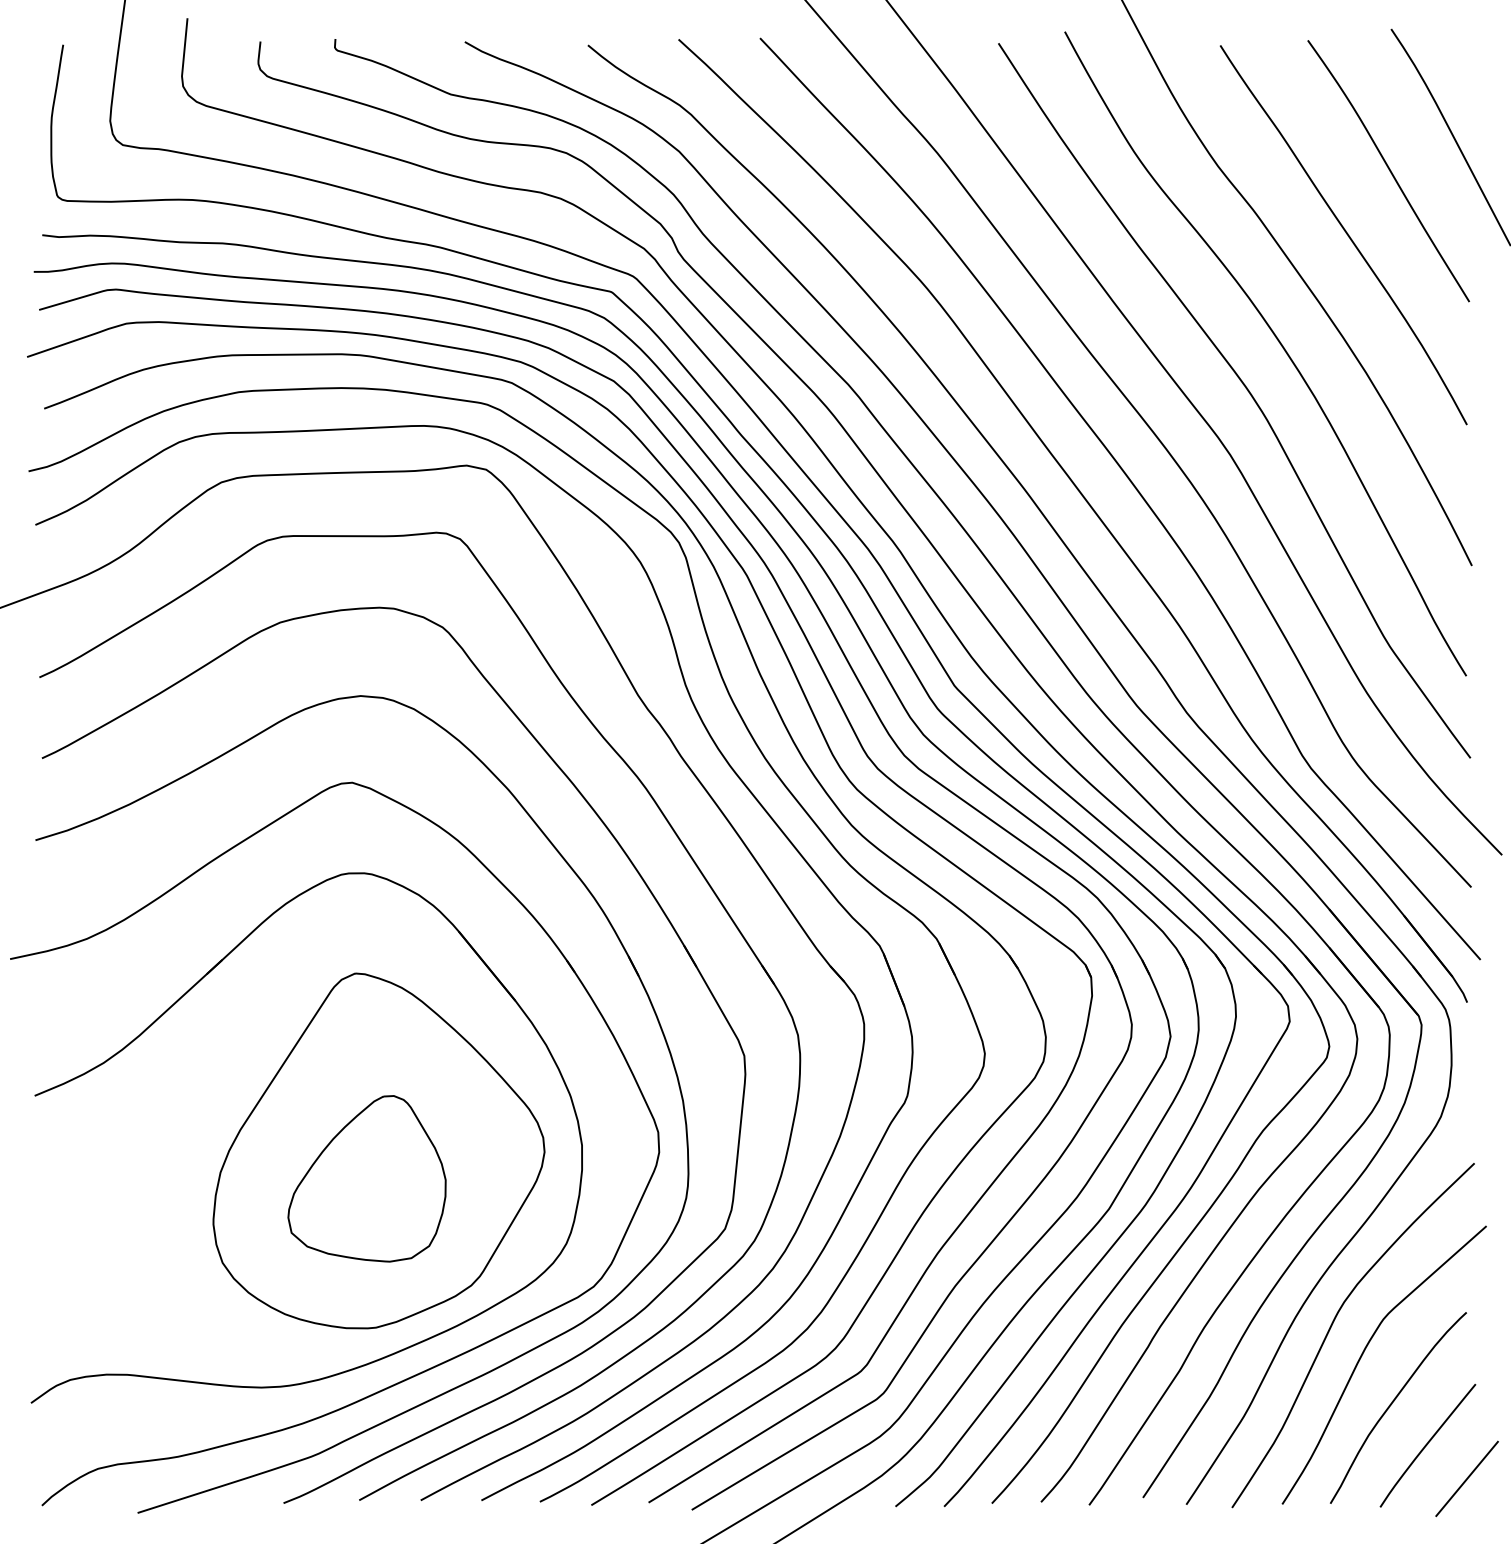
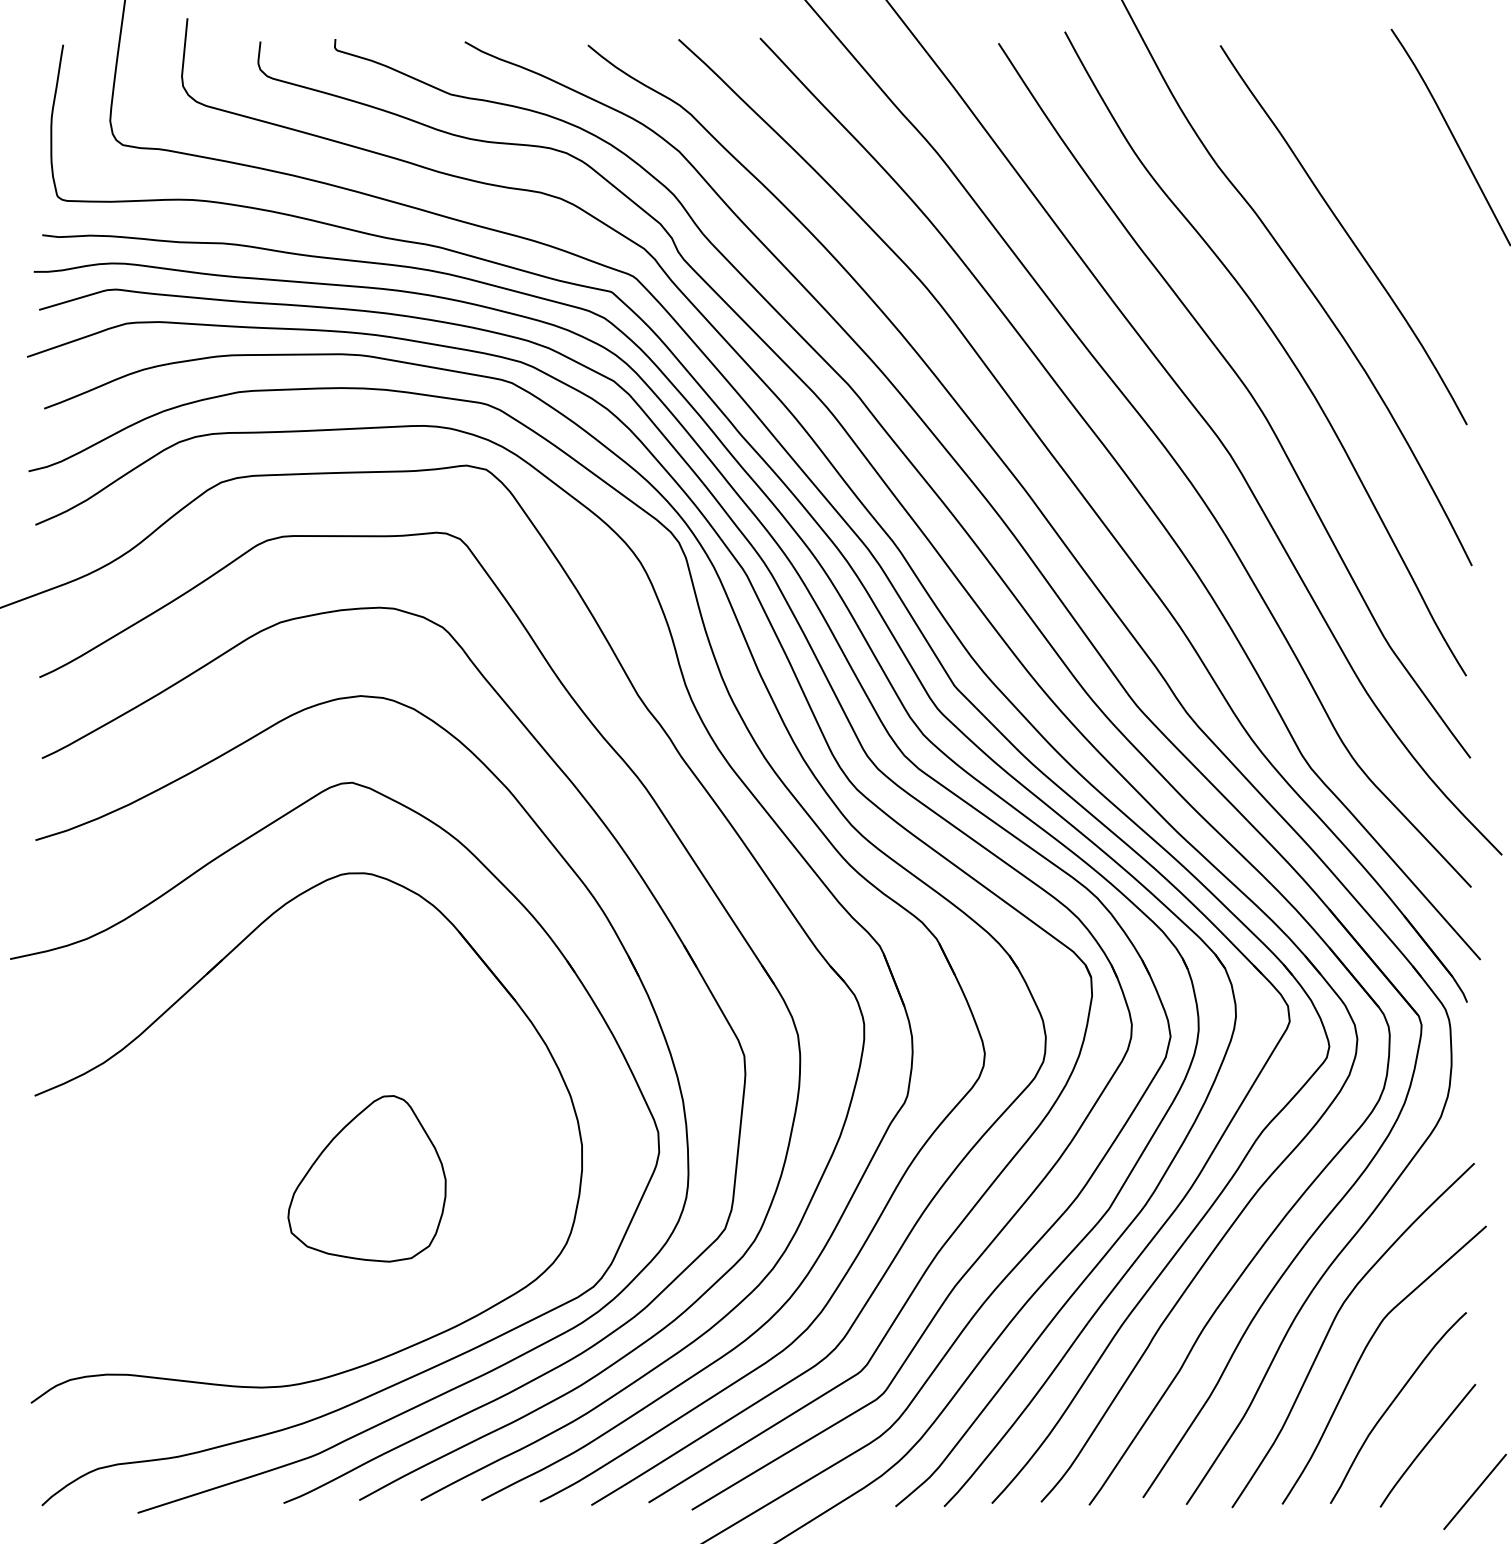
curve at (1389, 171): present -> none
part at (378, 1150): present -> none
line at (1466, 1478) position: (1466, 1478) -> (1474, 1491)
